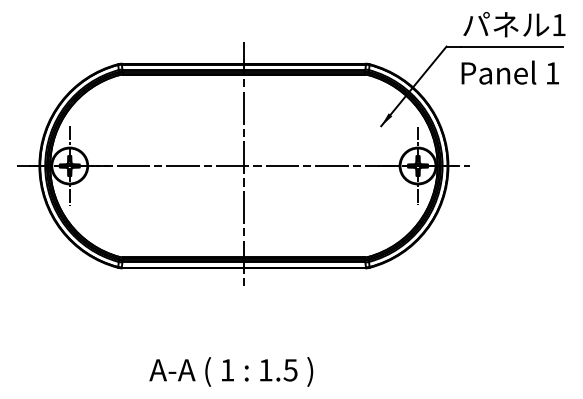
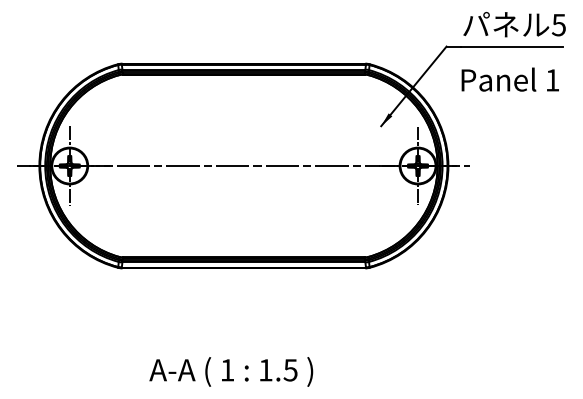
text at (558, 25): 1 -> 5
text at (509, 72) position: (509, 72) -> (509, 79)
line at (243, 165): present -> none
